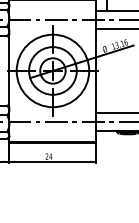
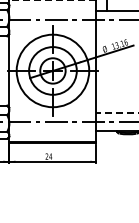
line at (52, 0): solid -> dashed
line at (115, 28): present -> none
line at (117, 113): solid -> dashed
